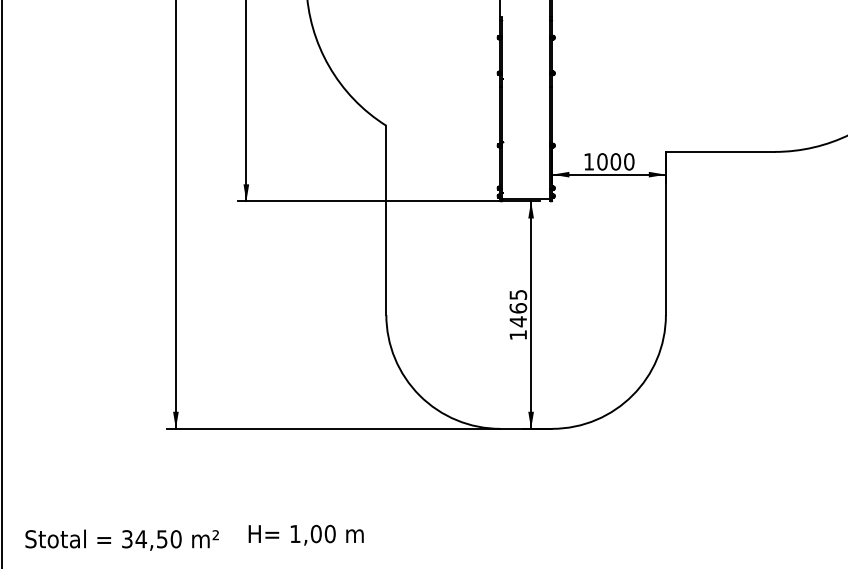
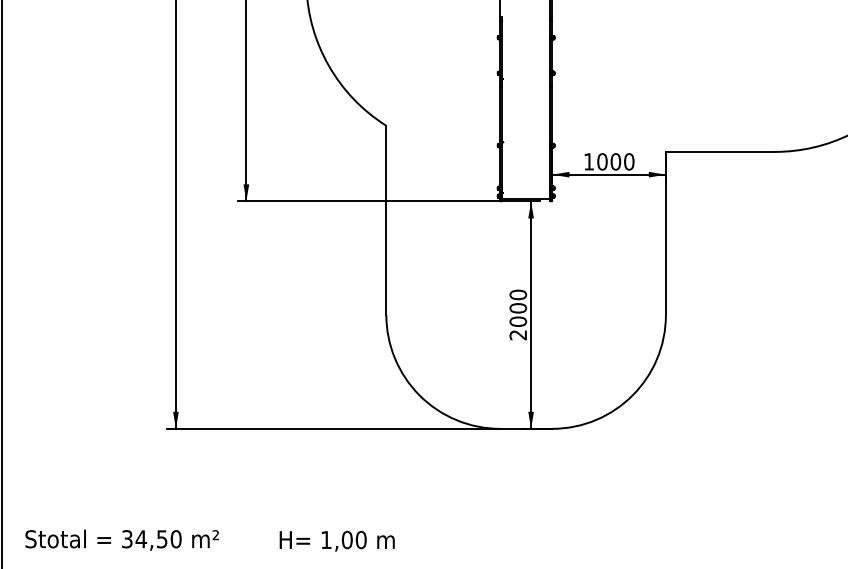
text at (518, 314): 1465 -> 2000
text at (305, 534) position: (305, 534) -> (336, 540)
